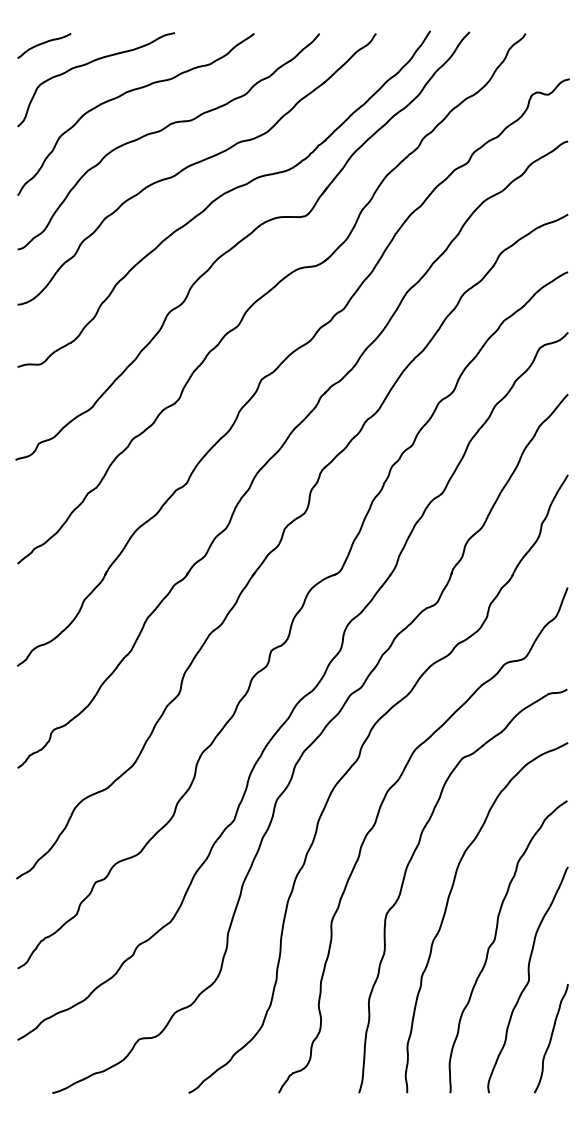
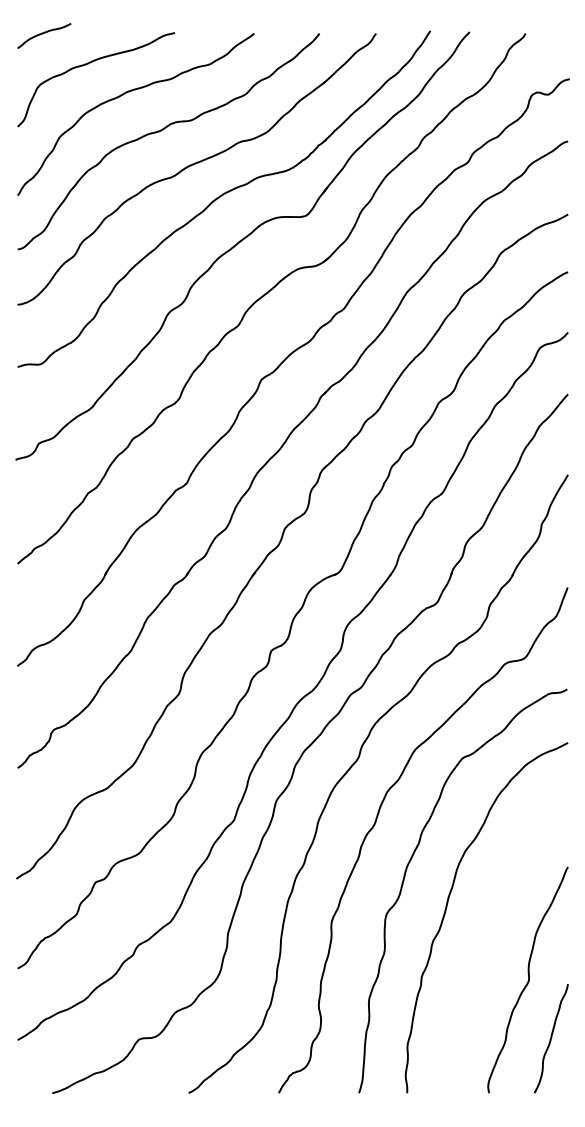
curve at (43, 44) position: (43, 44) -> (43, 34)
curve at (495, 940): present -> none
